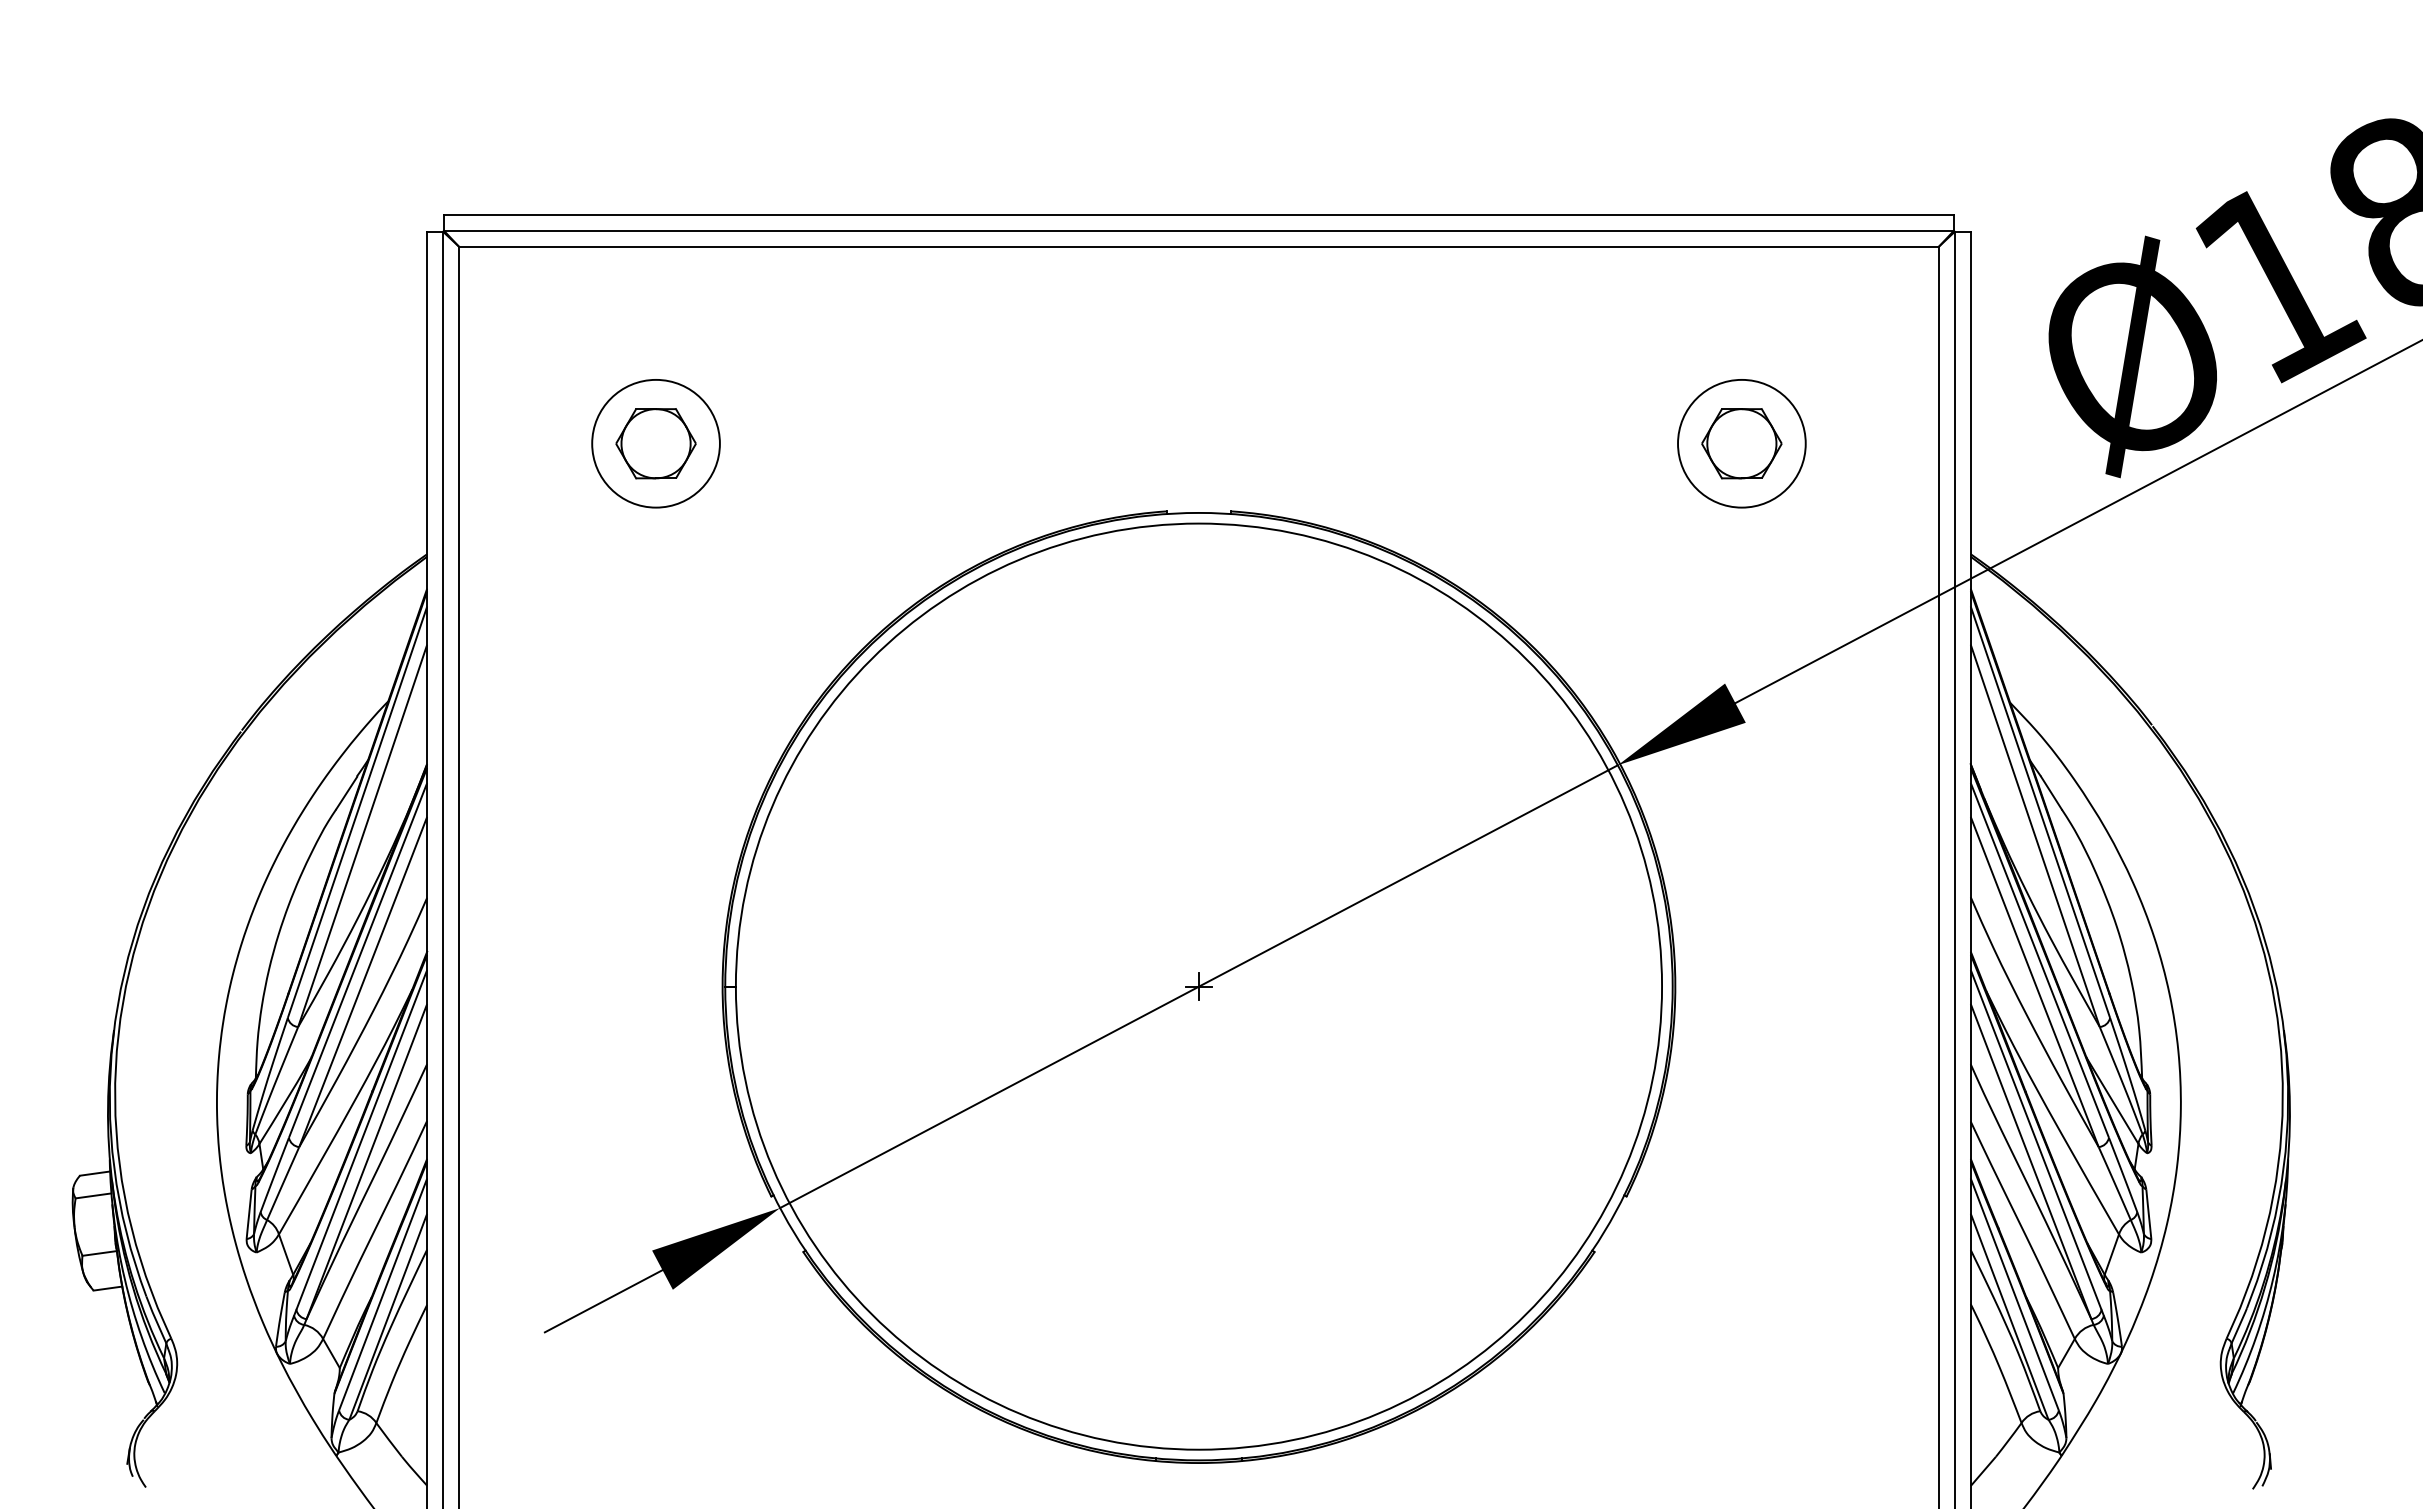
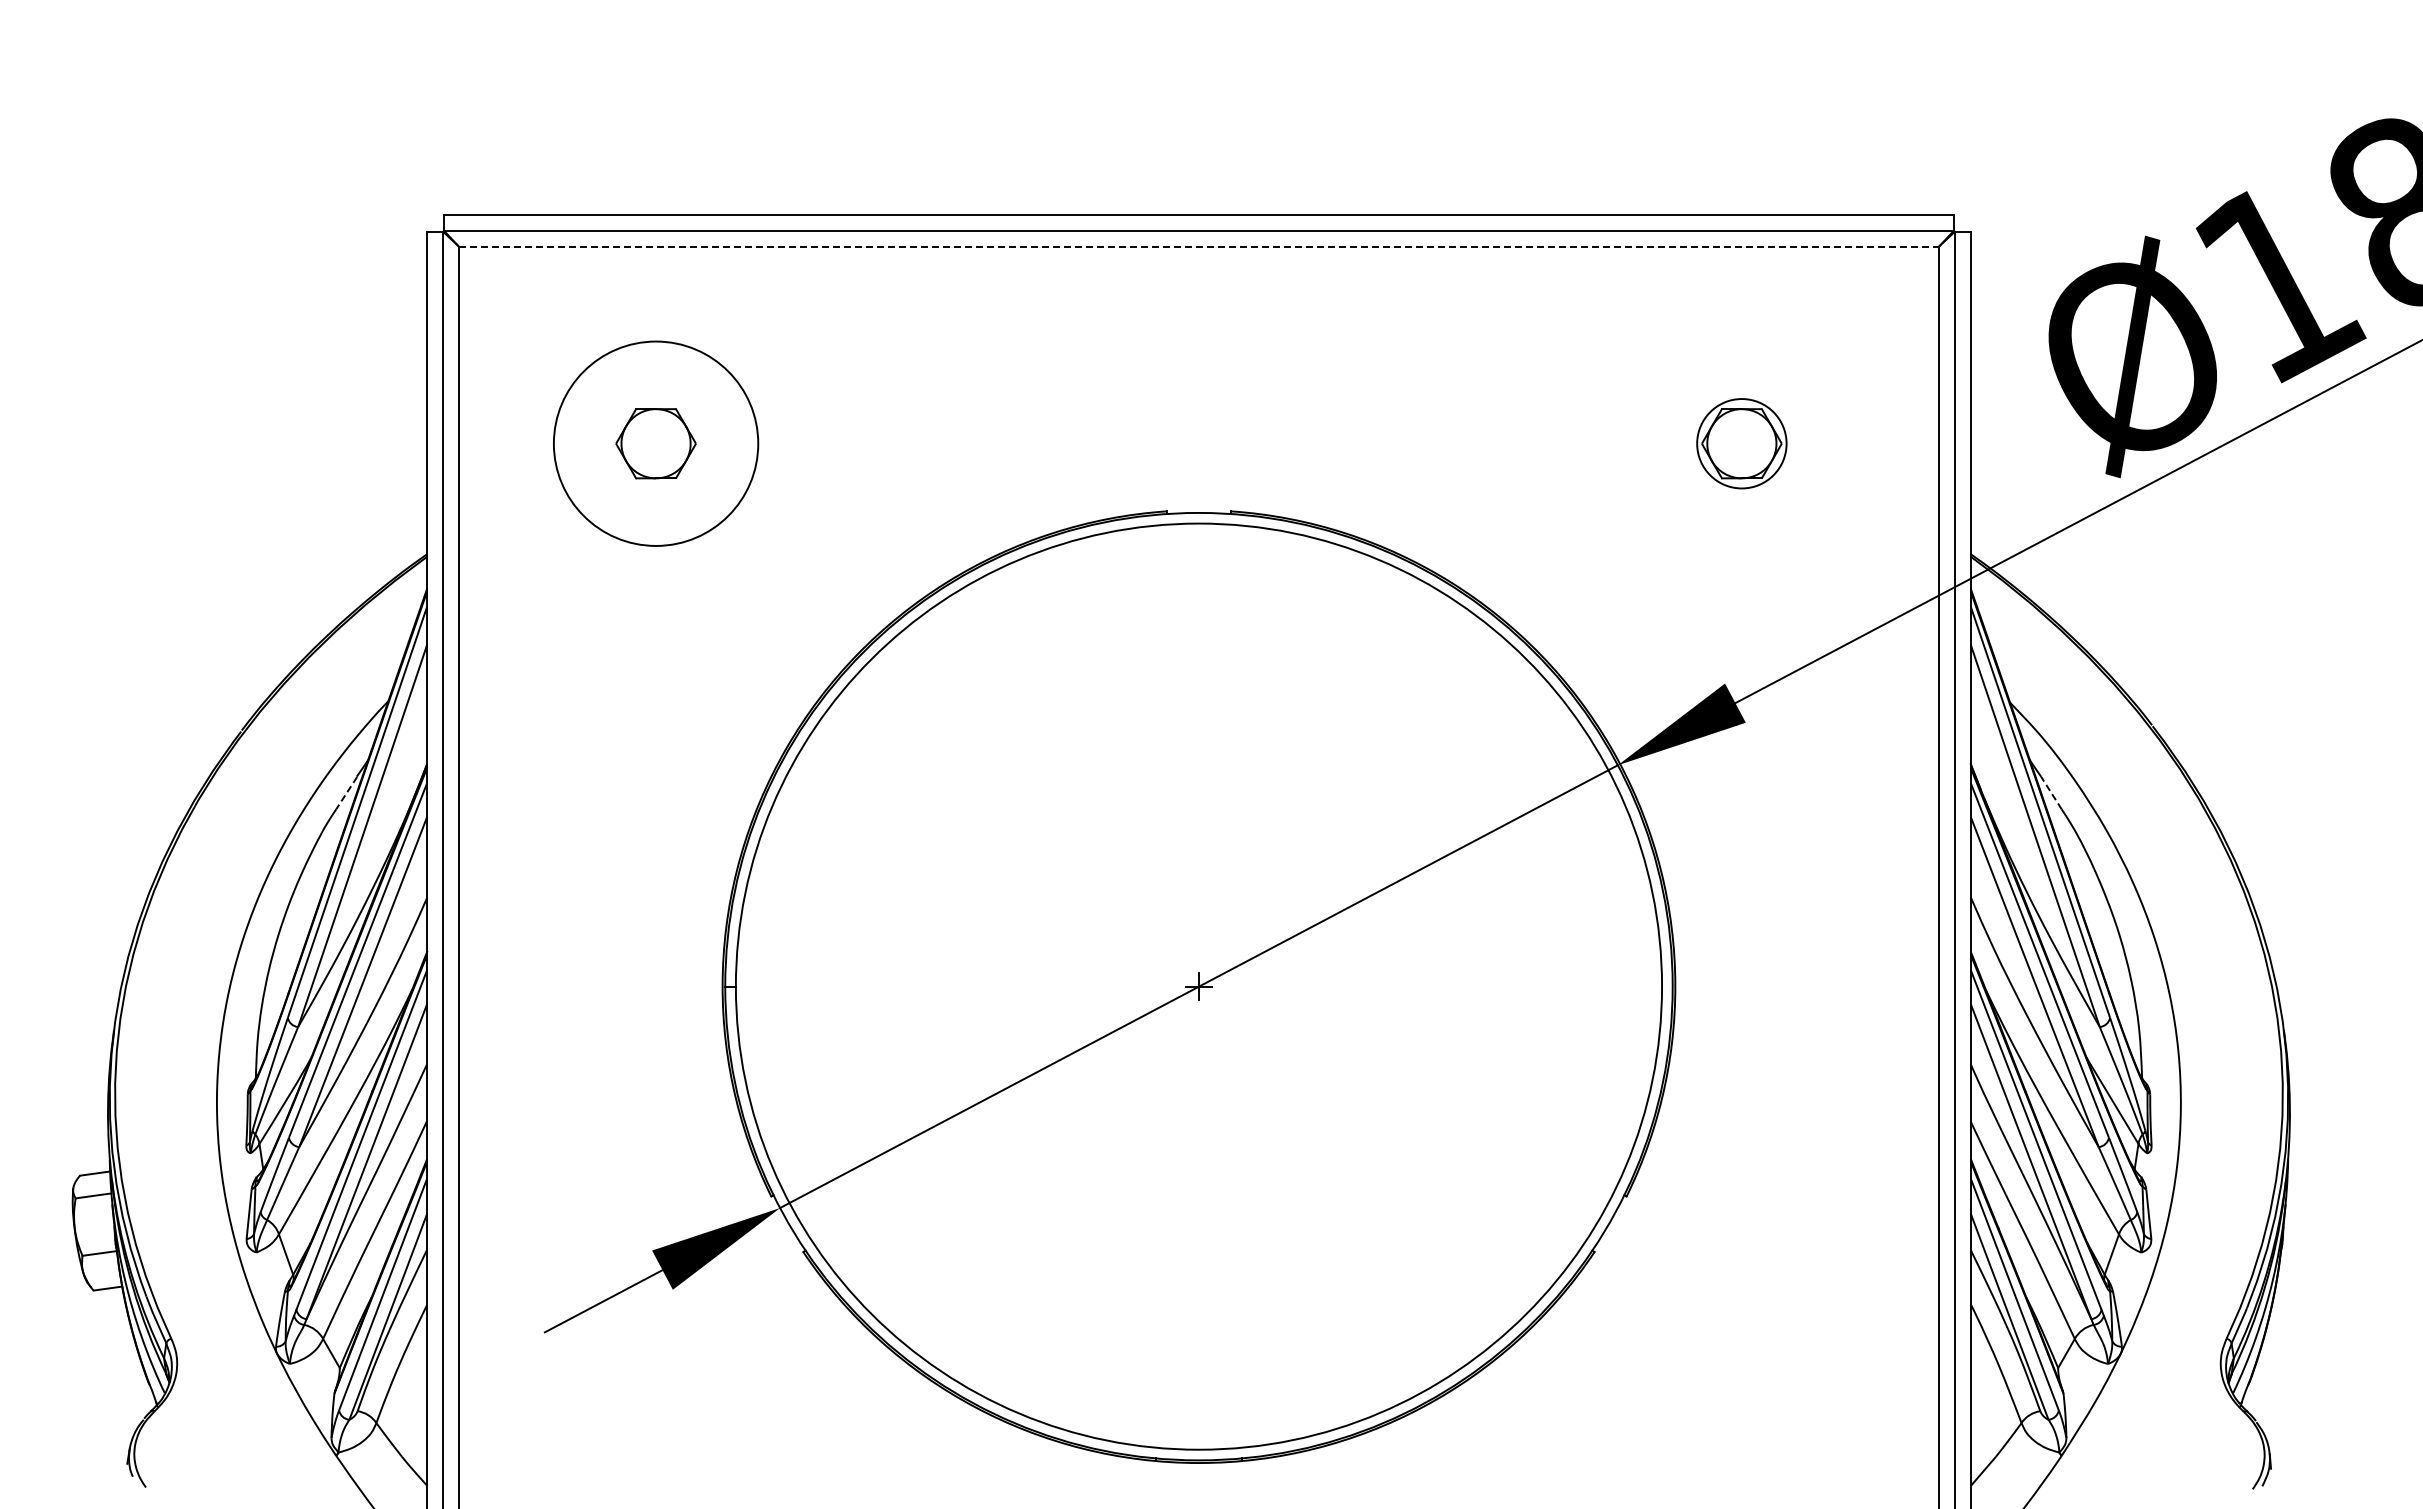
line at (1198, 246): solid -> dashed
circle at (655, 443) diameter: 128 px -> 204 px
circle at (1741, 443) diameter: 128 px -> 89 px
line at (2051, 792): solid -> dashed
line at (346, 793): solid -> dashed
